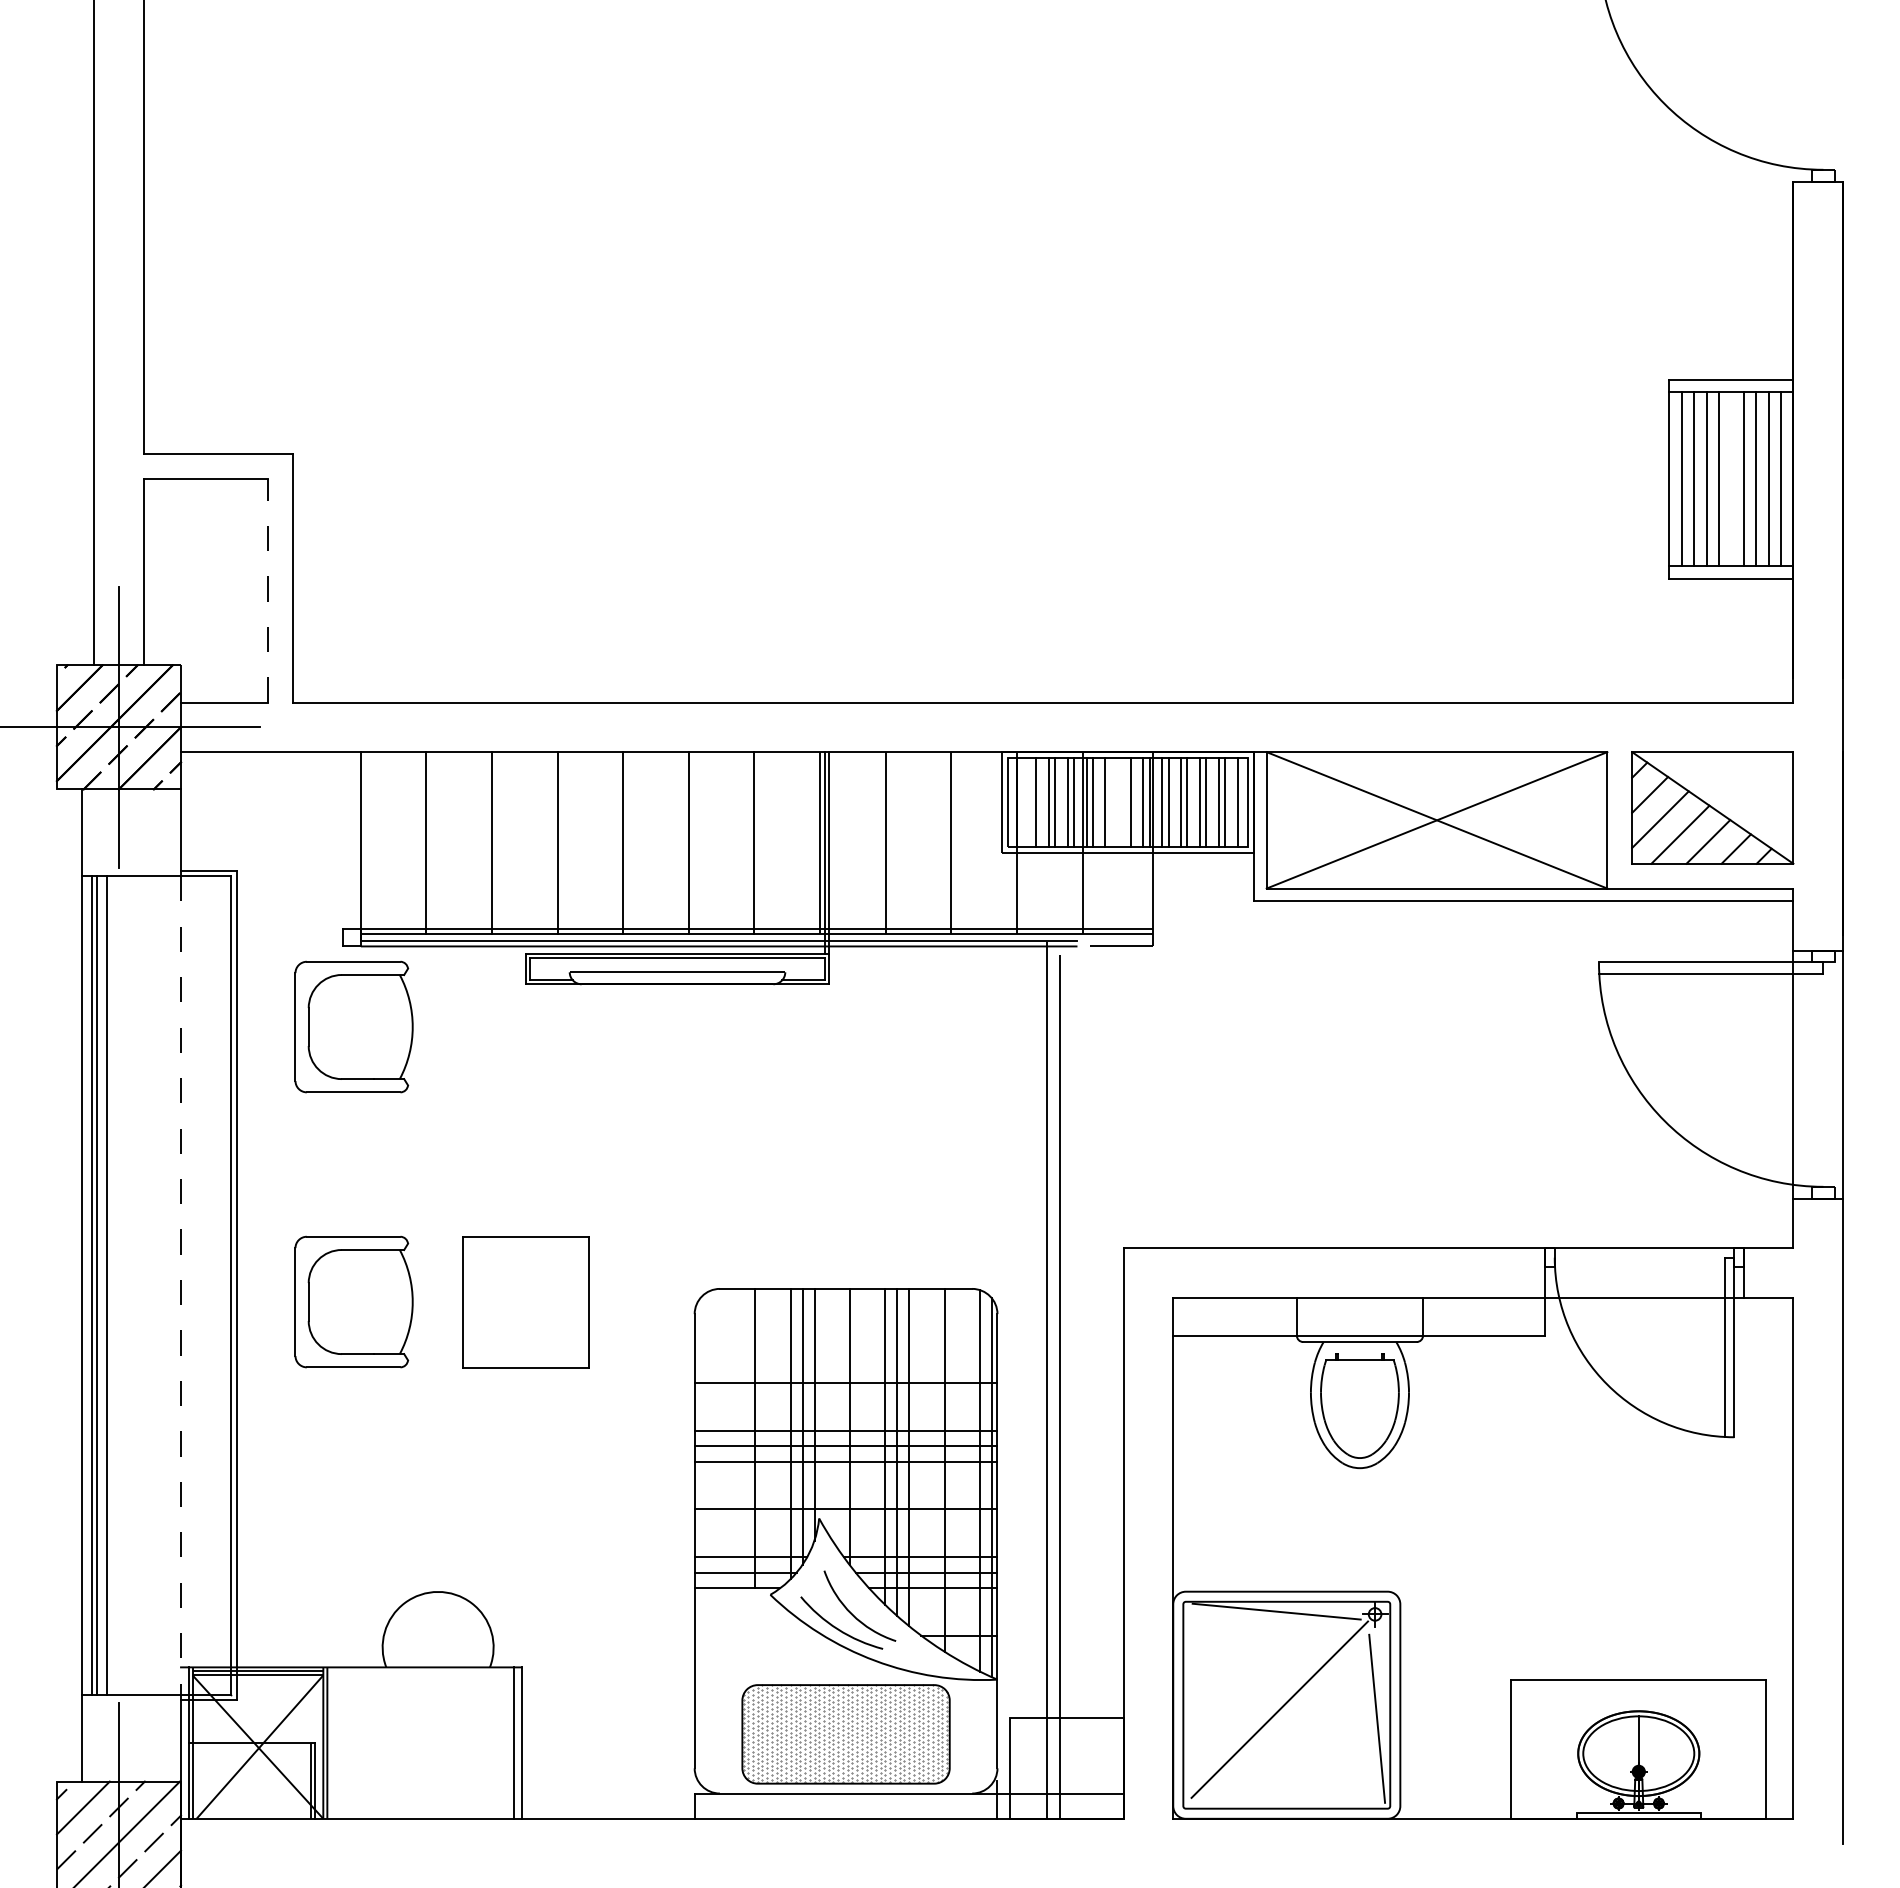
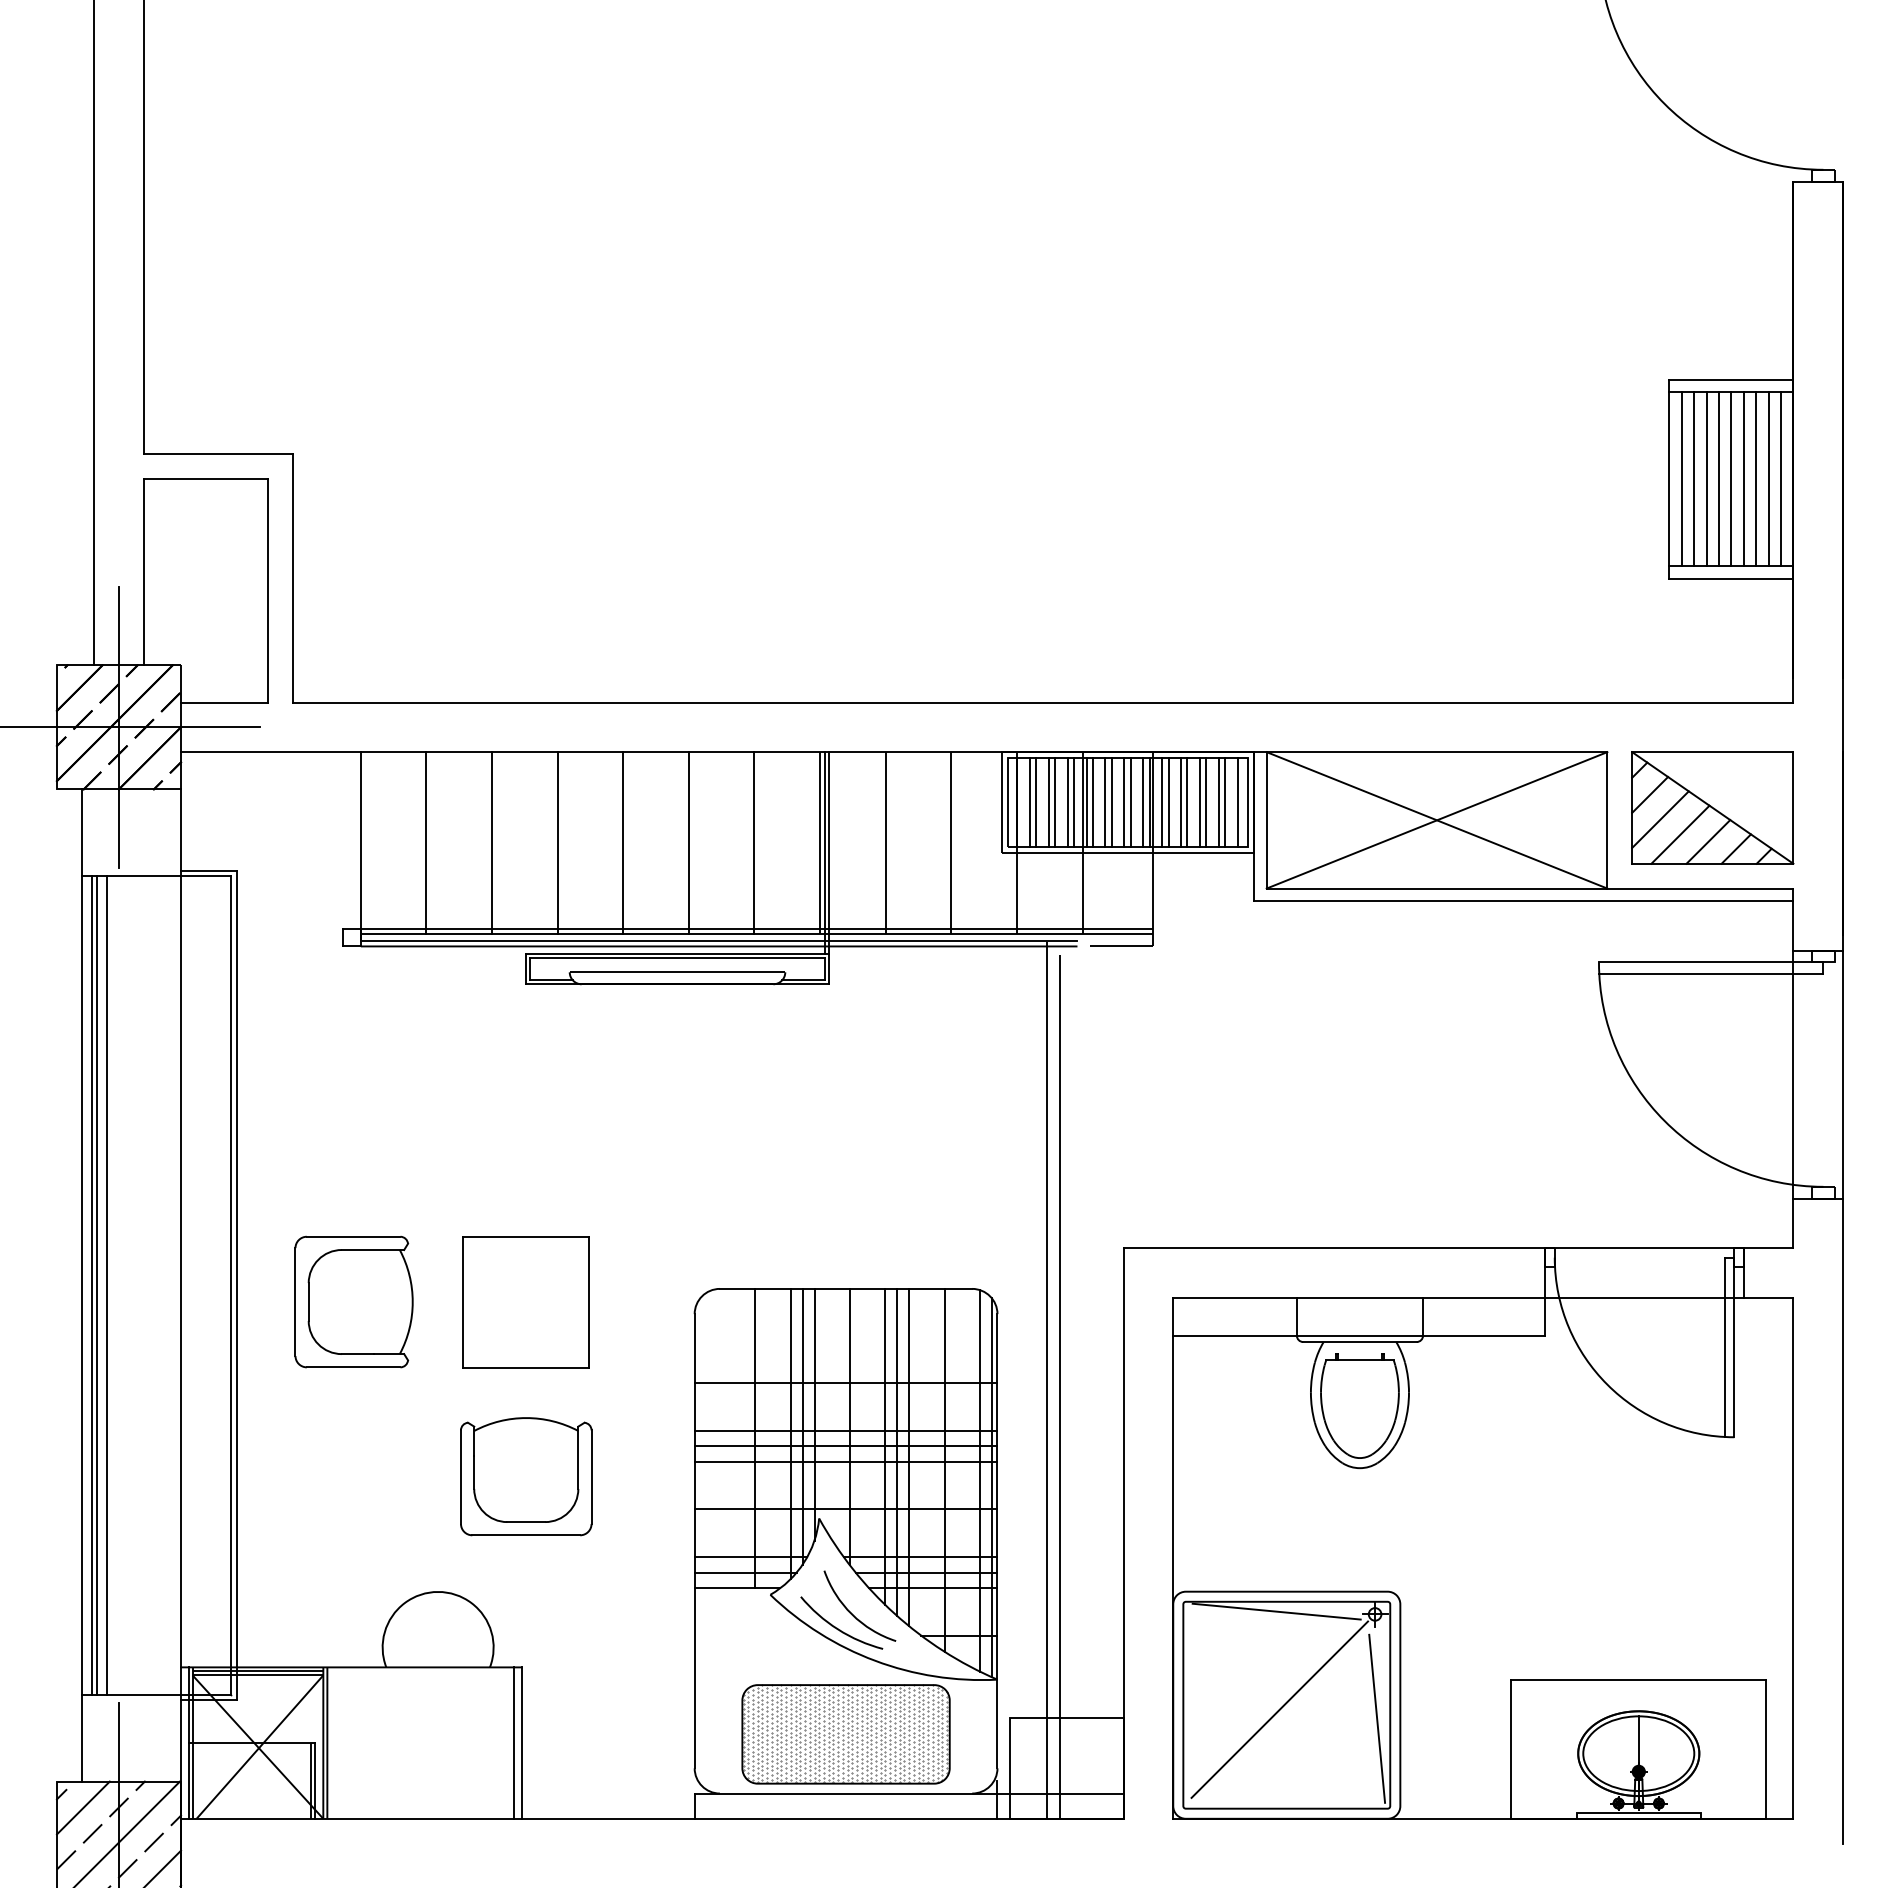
line at (1731, 479): none -> present
line at (267, 590): dashed -> solid
line at (1029, 802): none -> present
line at (1111, 802): none -> present
line at (1124, 802): none -> present
part at (353, 1026): present -> none
line at (181, 1285): dashed -> solid
part at (526, 1476): none -> present
